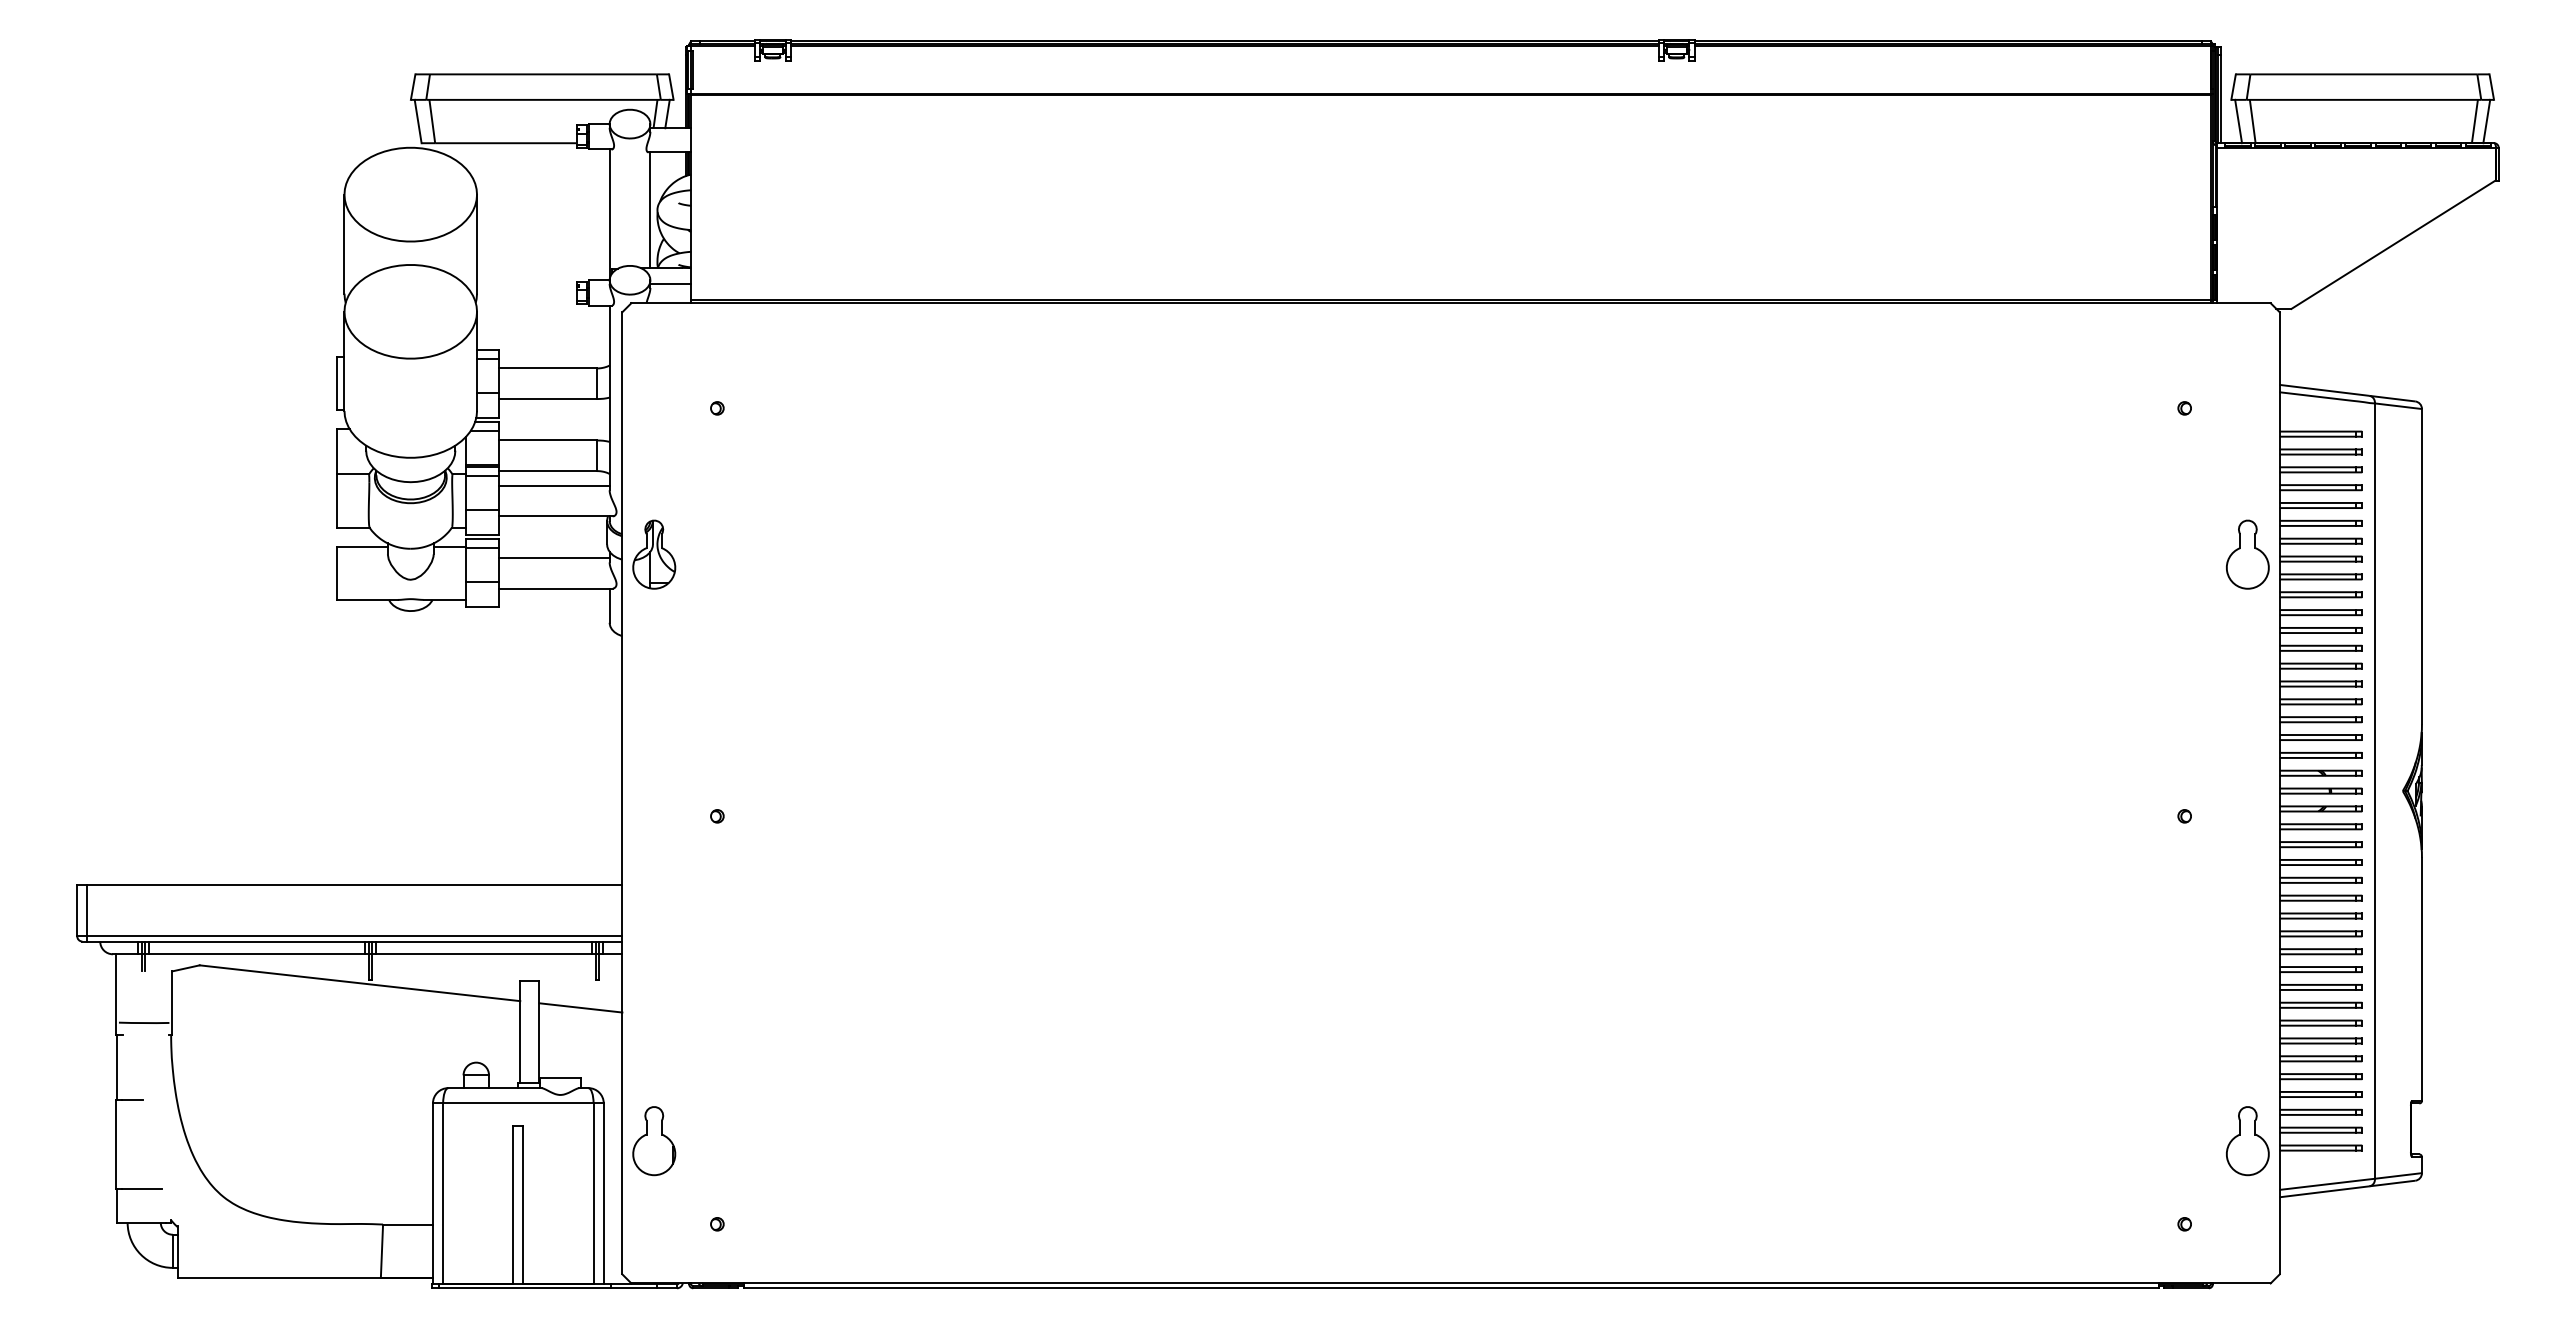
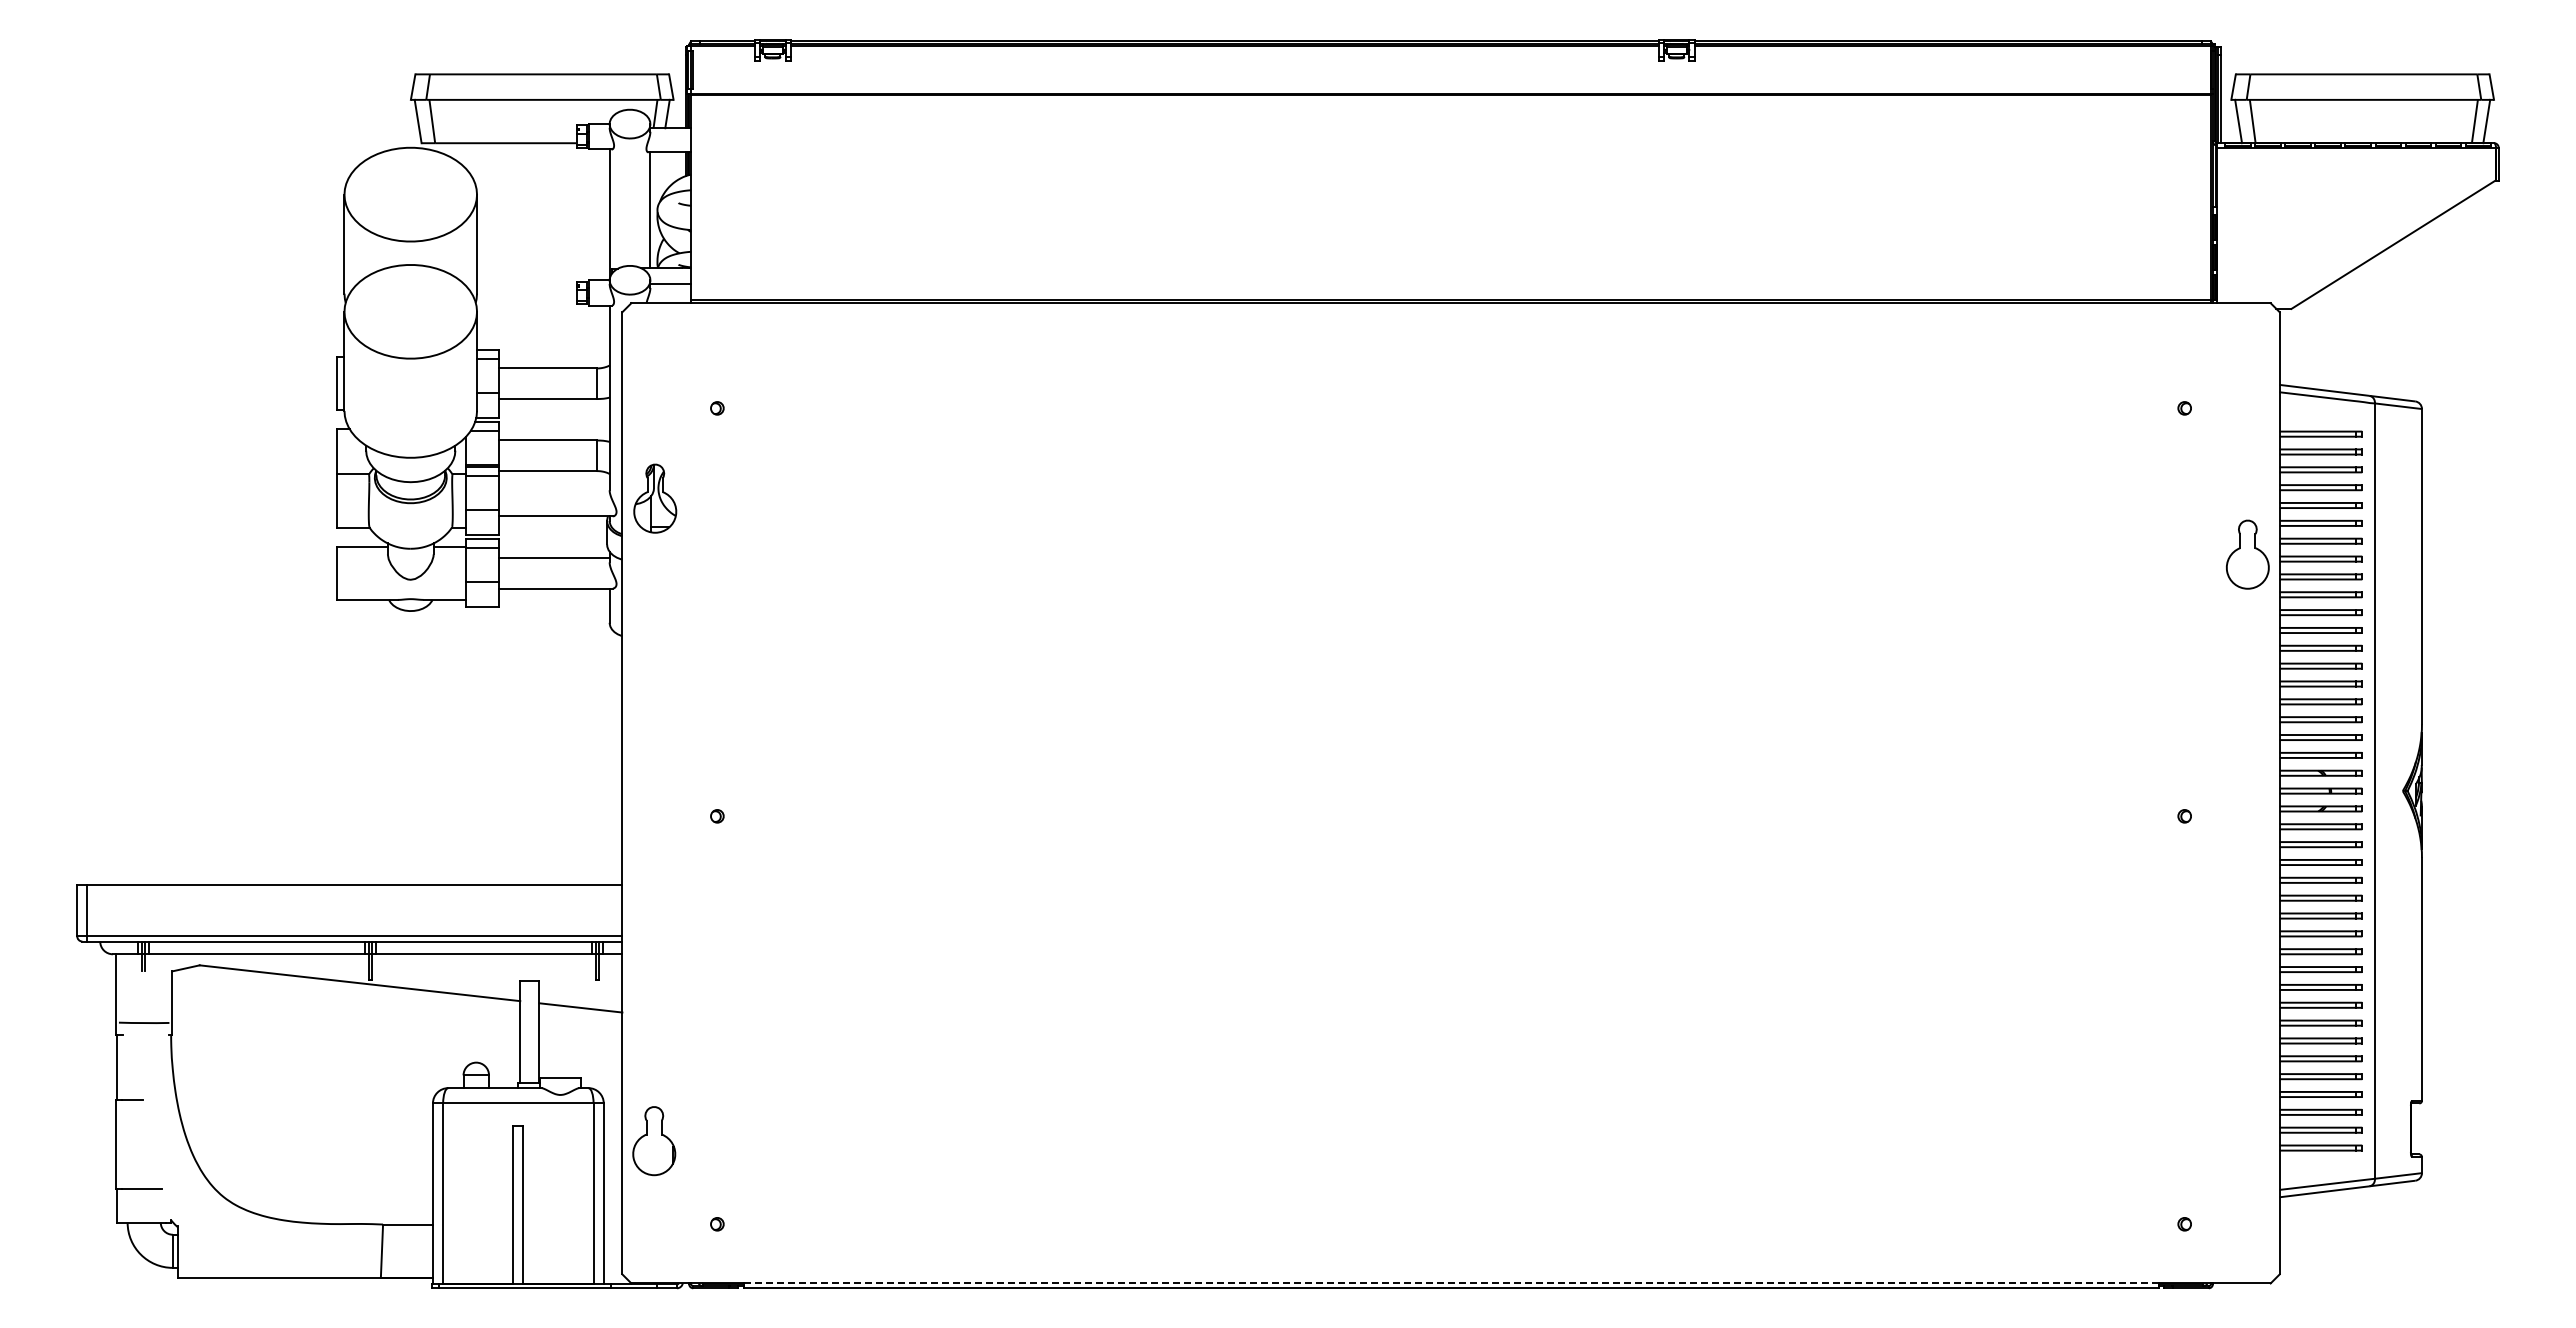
line at (553, 485): present -> none
part at (654, 554) position: (654, 554) -> (655, 498)
part at (2247, 1141): present -> none
line at (1451, 1283): solid -> dashed
